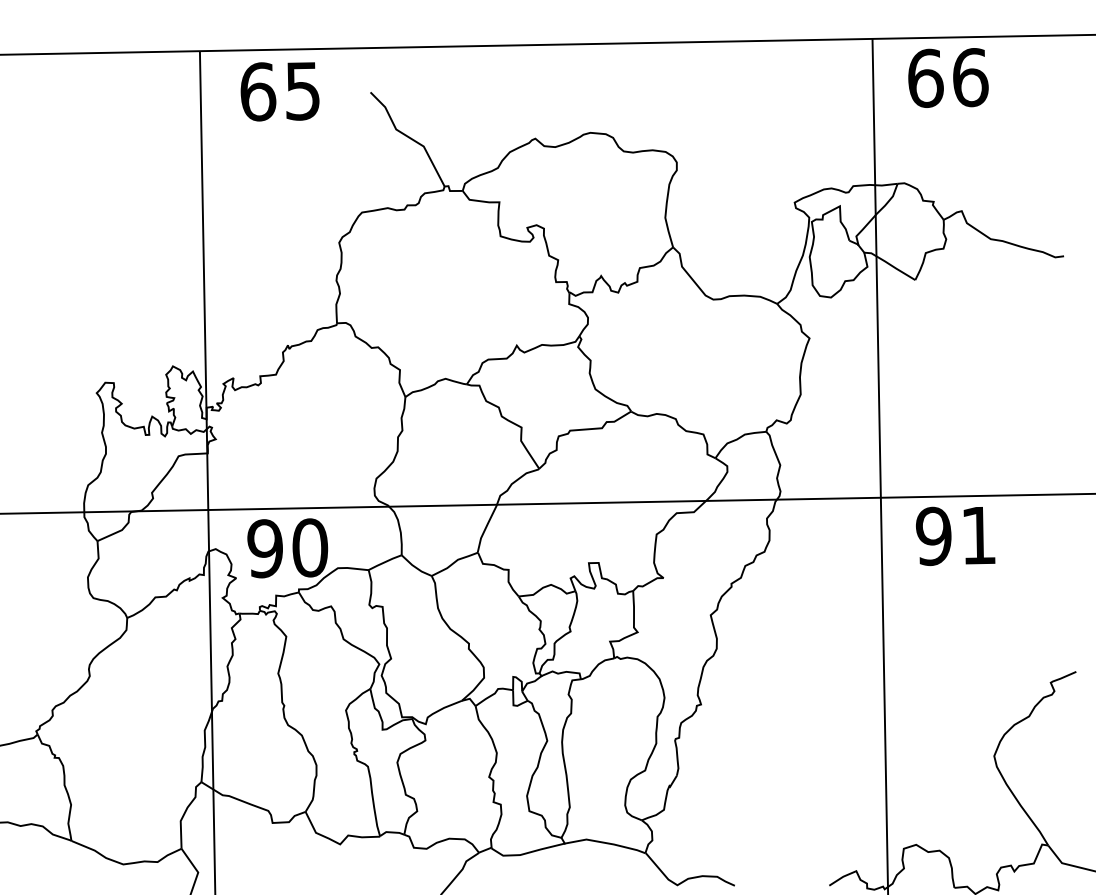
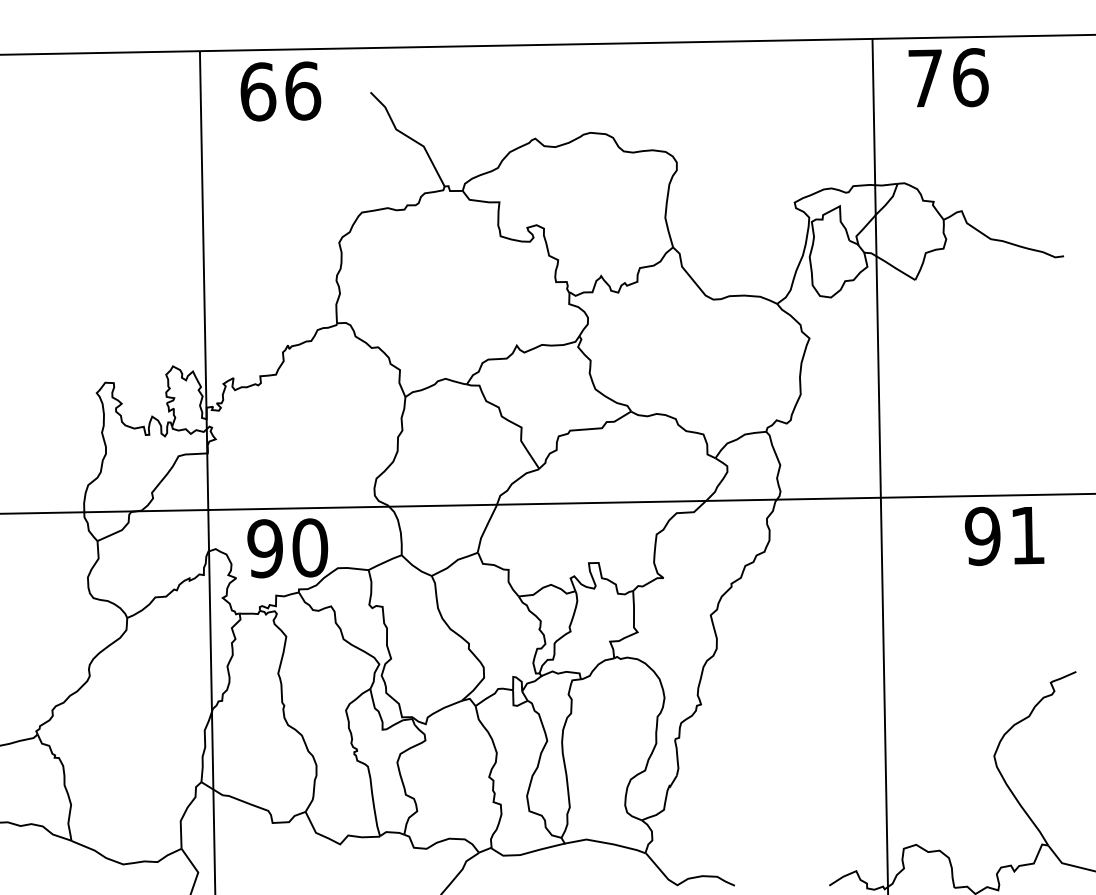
text at (925, 77): 66 -> 76
text at (303, 90): 65 -> 66
text at (955, 535) position: (955, 535) -> (1004, 535)
